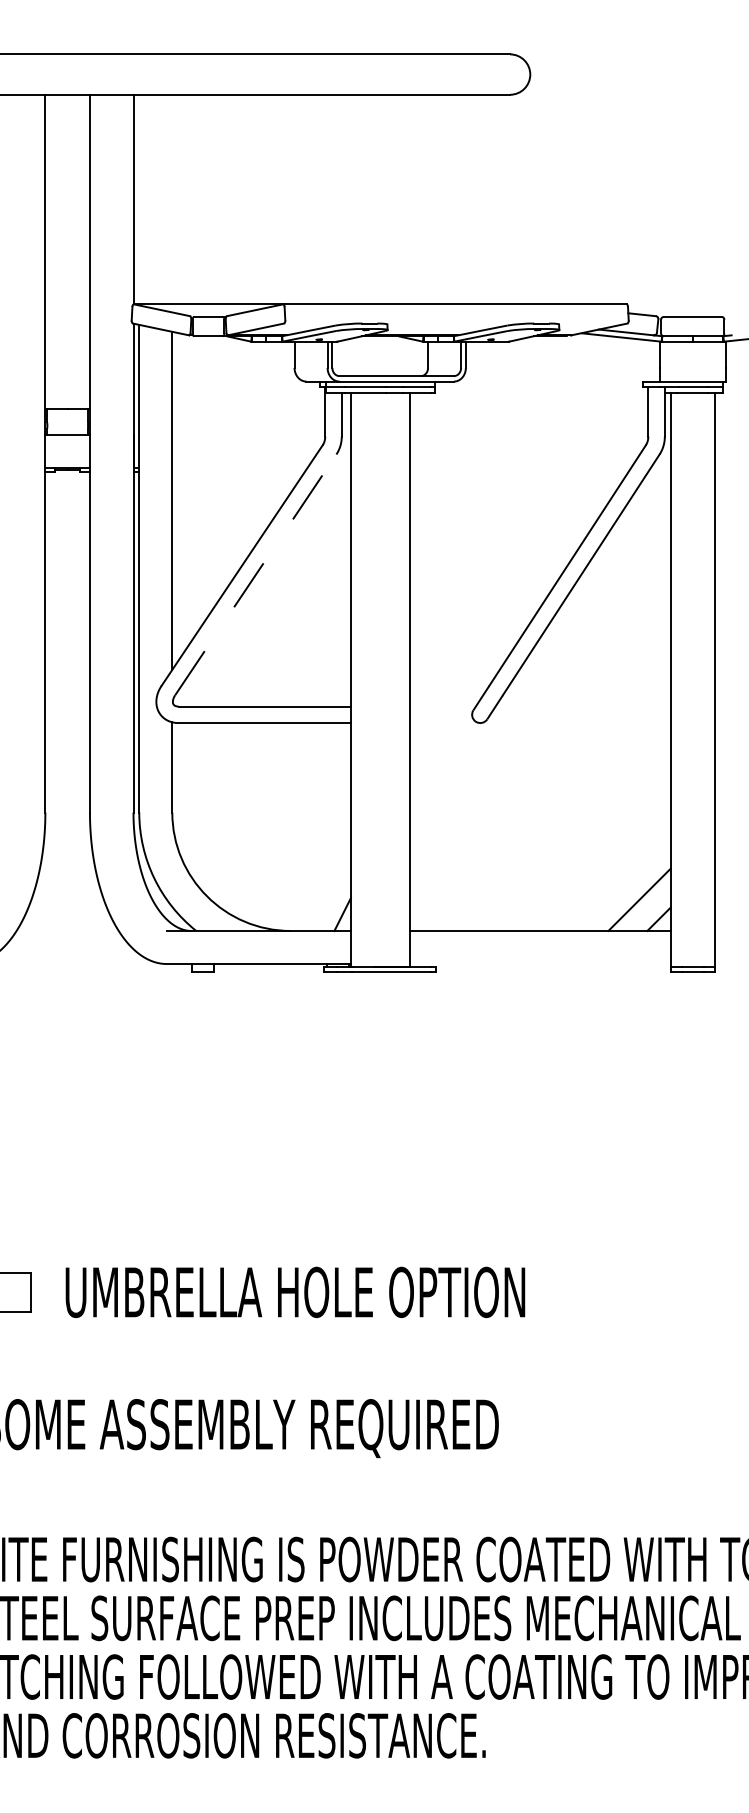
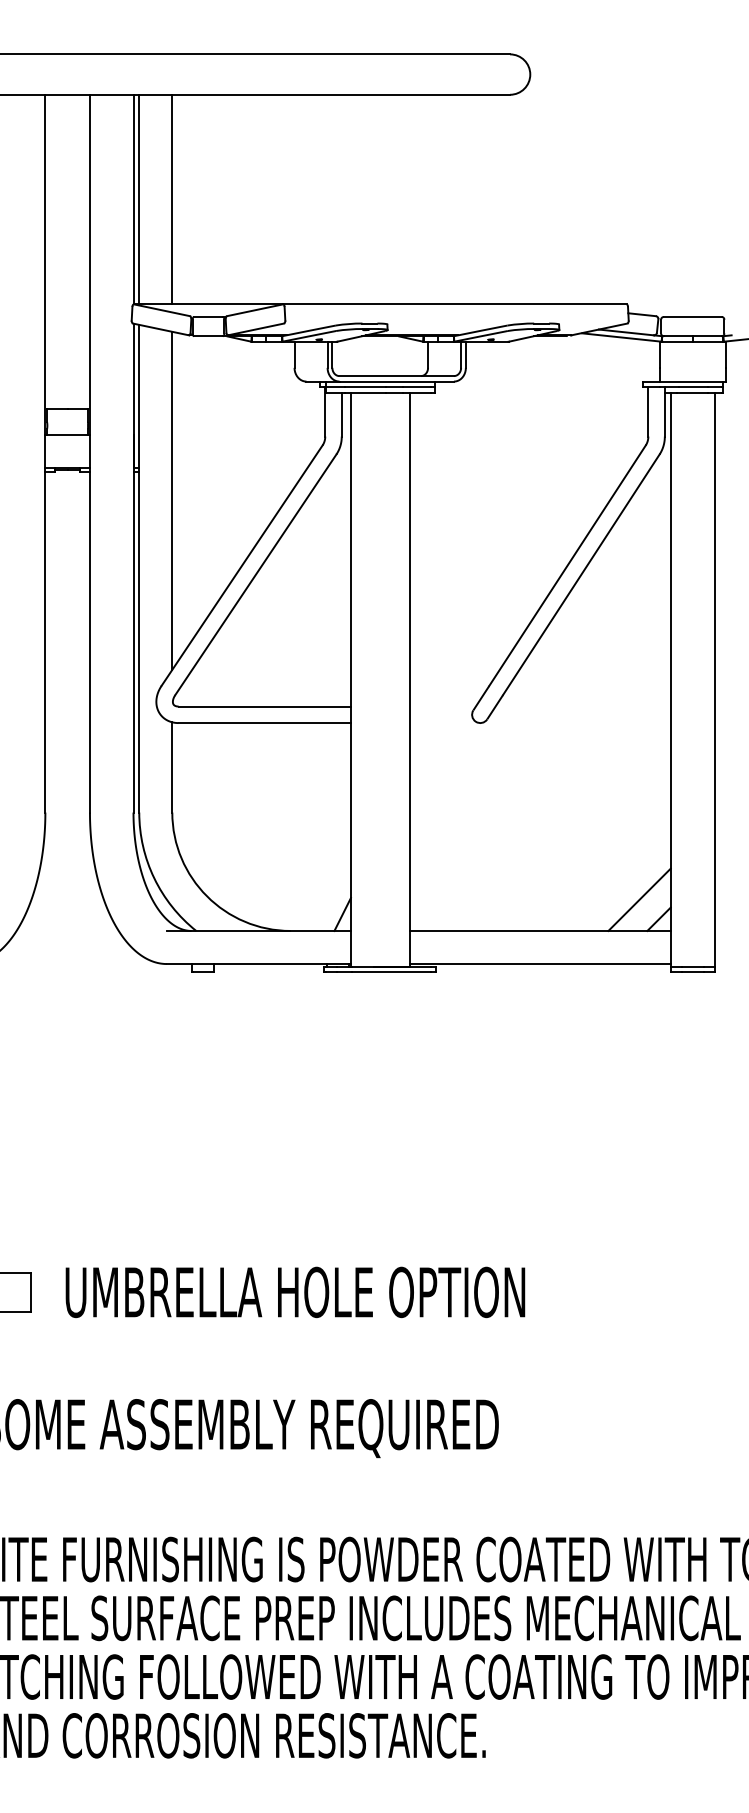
line at (139, 199): none -> present
line at (172, 199): none -> present
line at (255, 574): dashed -> solid
line at (539, 964): none -> present
